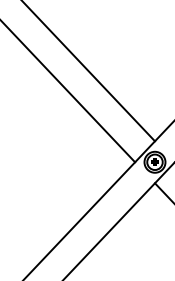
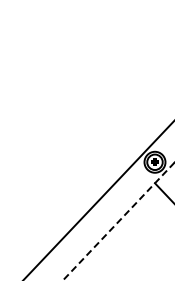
line at (88, 71): present -> none
line at (68, 91): present -> none
line at (118, 222): solid -> dashed
